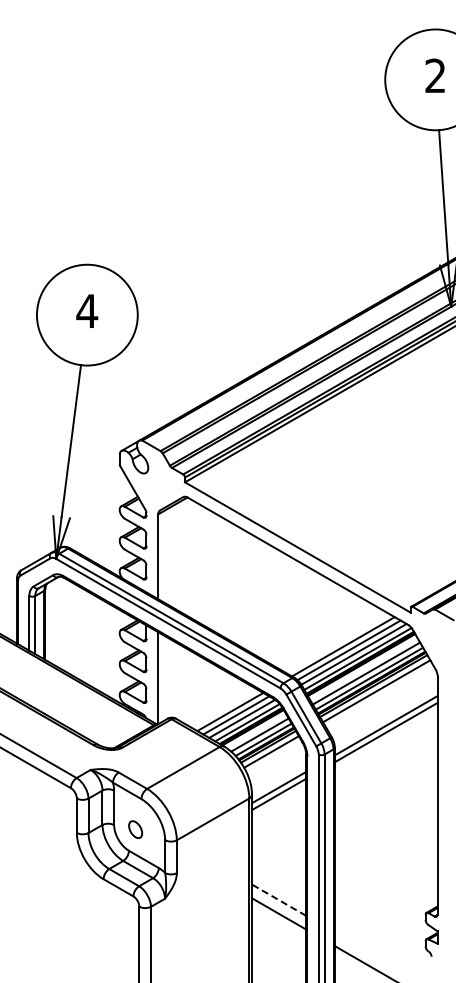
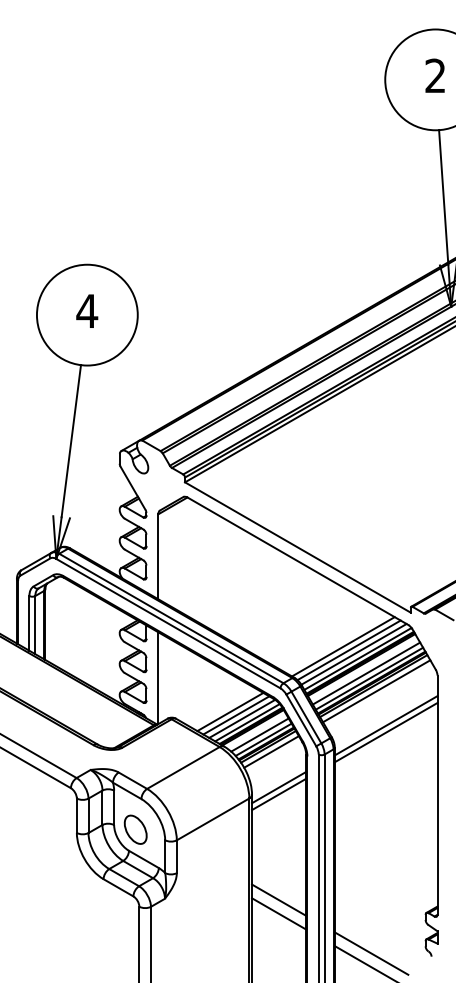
part at (135, 829) size: 16x19 px -> 25x31 px
line at (278, 899): dashed -> solid
line at (371, 953): none -> present
